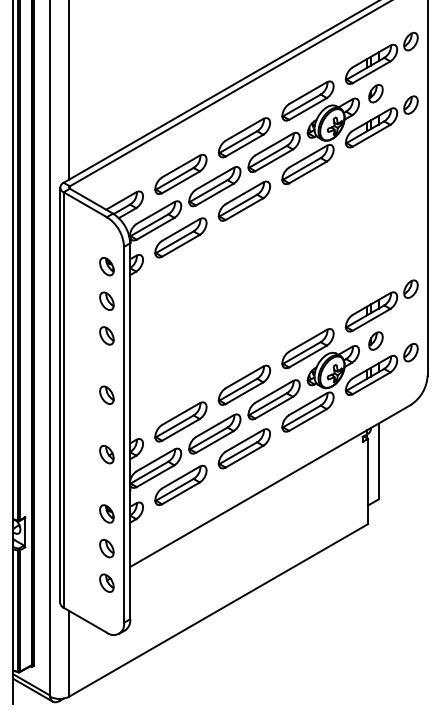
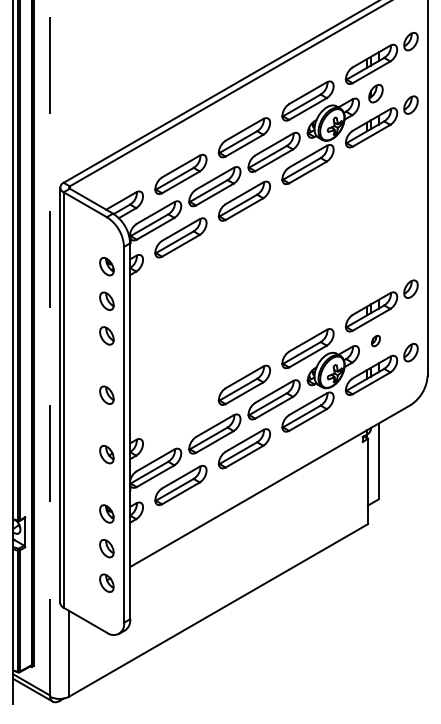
line at (69, 90): present -> none
part at (375, 340) size: 16x20 px -> 10x14 px
line at (50, 347): solid -> dashed
part at (180, 421): present -> none
